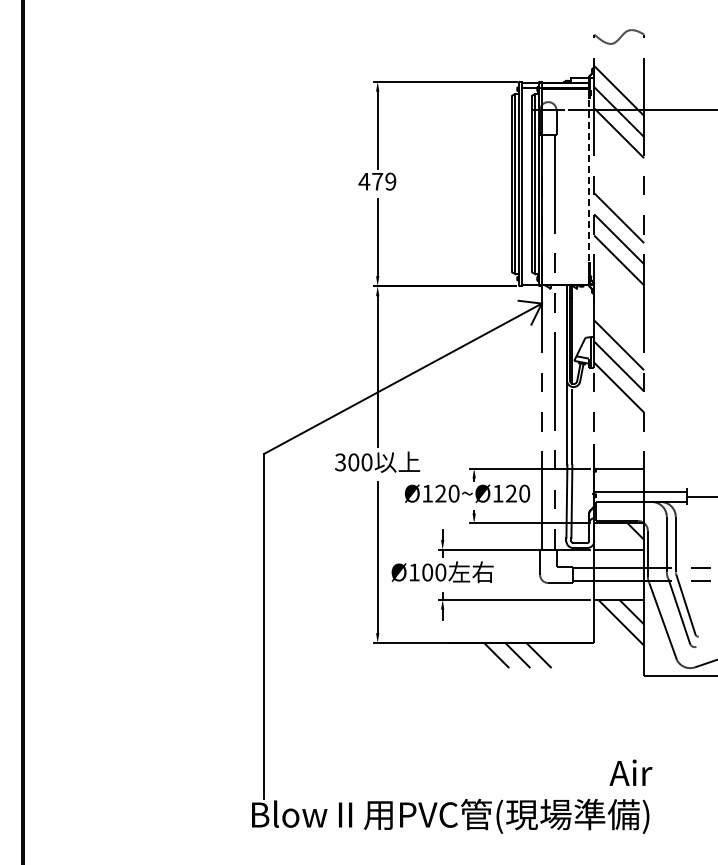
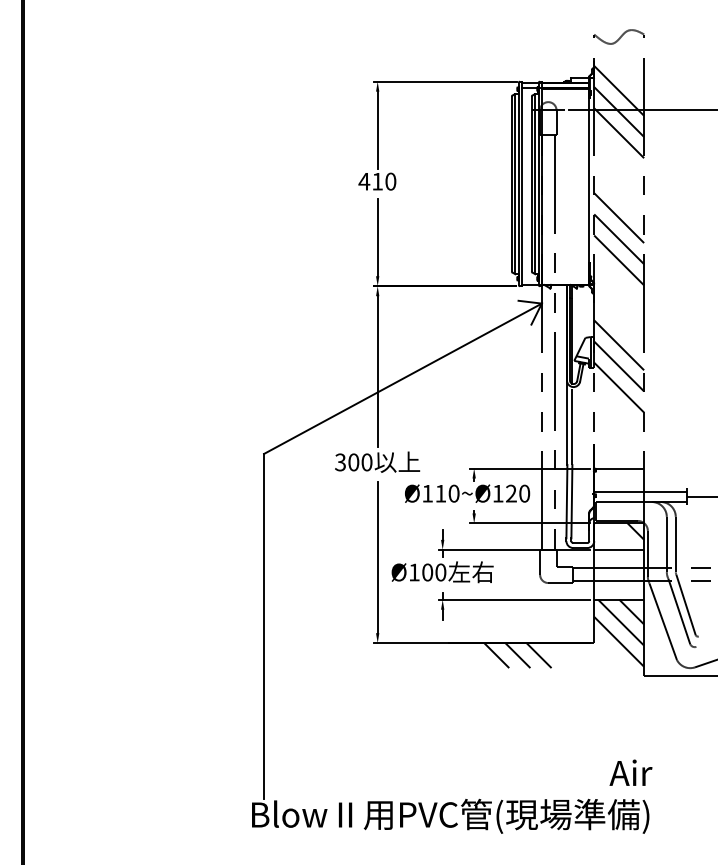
text at (384, 181): 479 -> 410
line at (589, 187): dashed -> solid
text at (440, 493): Ø120~Ø120 -> Ø110~Ø120
line at (619, 641): none -> present
